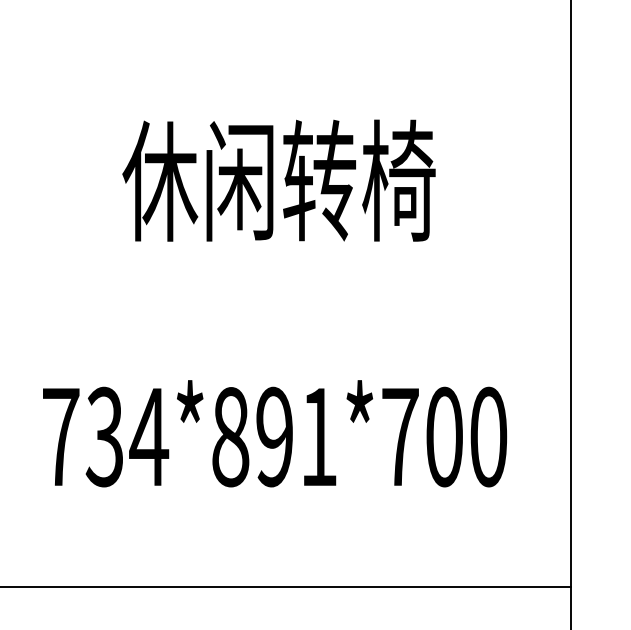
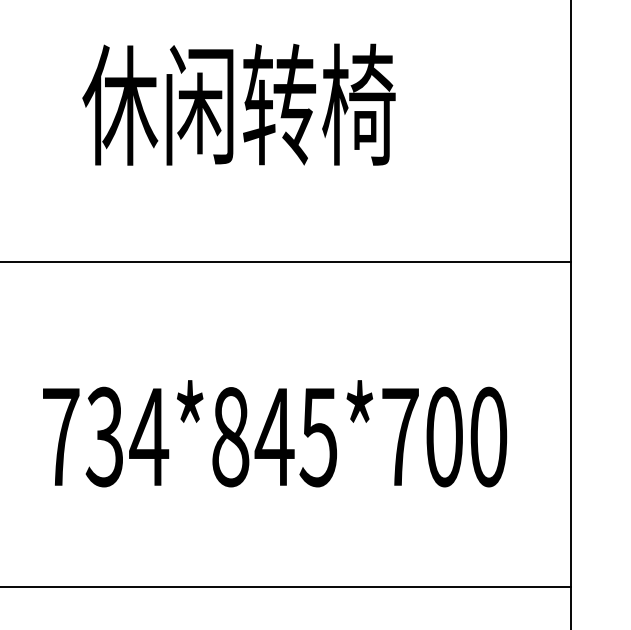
text at (278, 180) position: (278, 180) -> (238, 104)
line at (286, 262): none -> present
text at (295, 436): 734*891*700 -> 734*845*700
